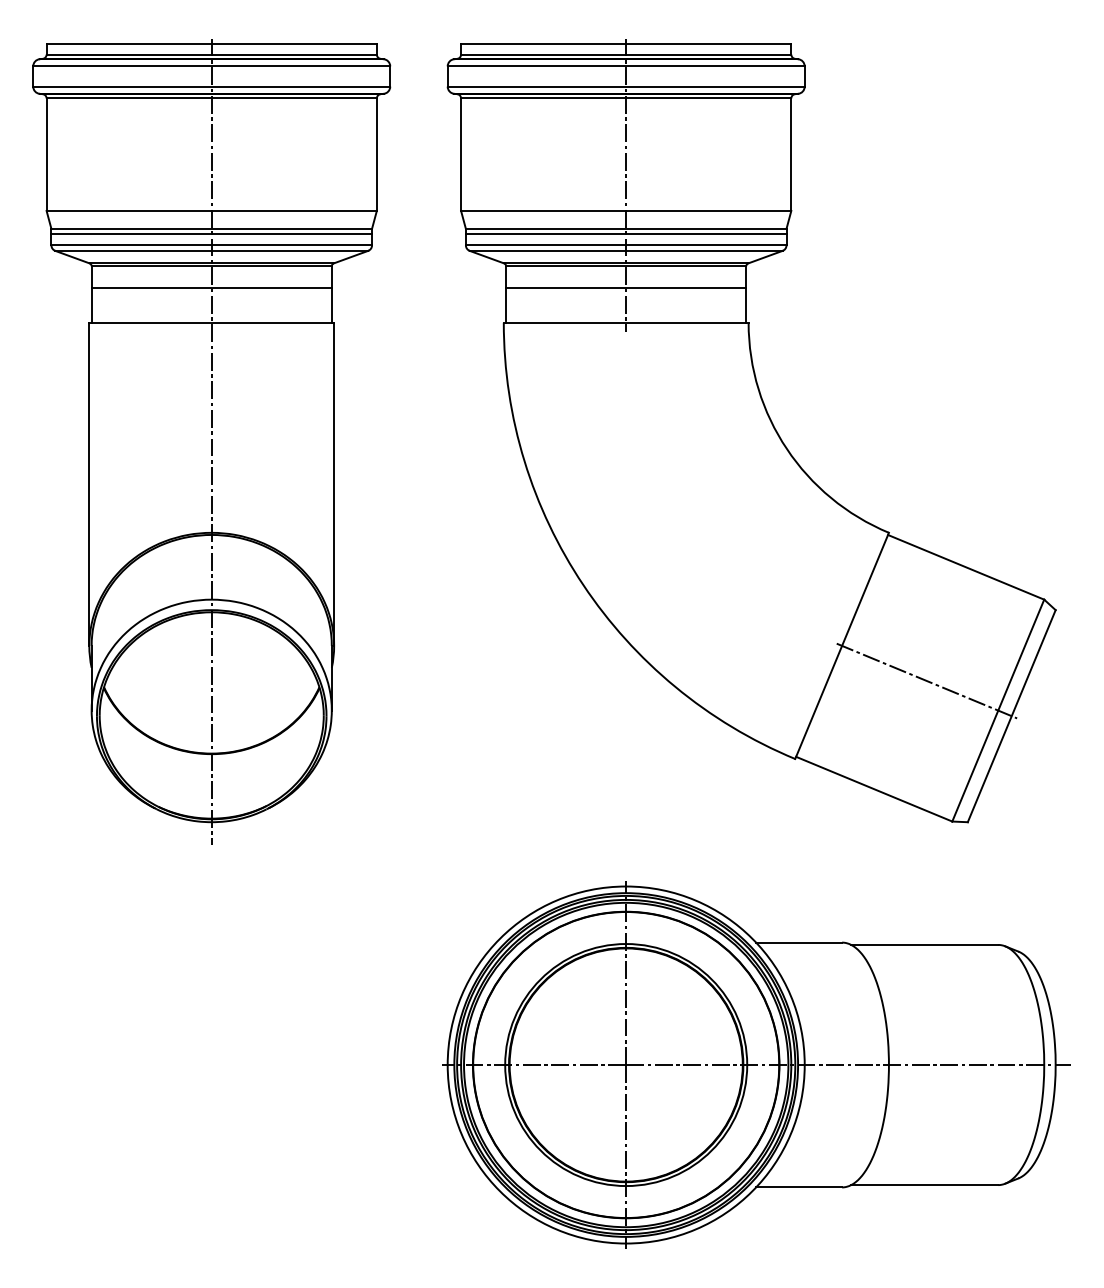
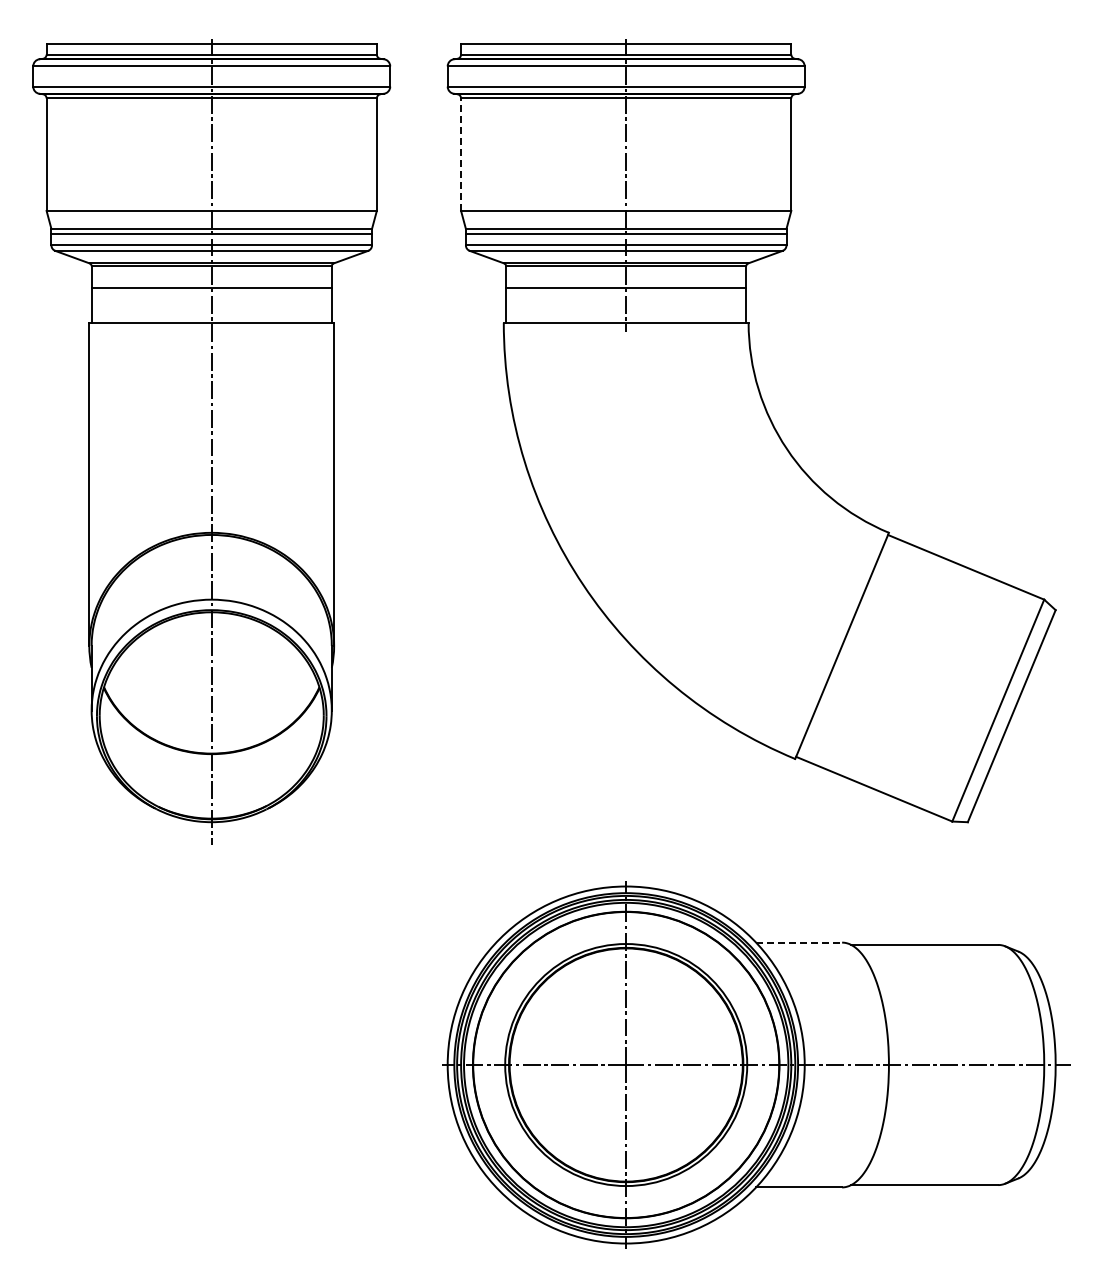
line at (461, 154): solid -> dashed
line at (926, 680): present -> none
line at (799, 942): solid -> dashed
